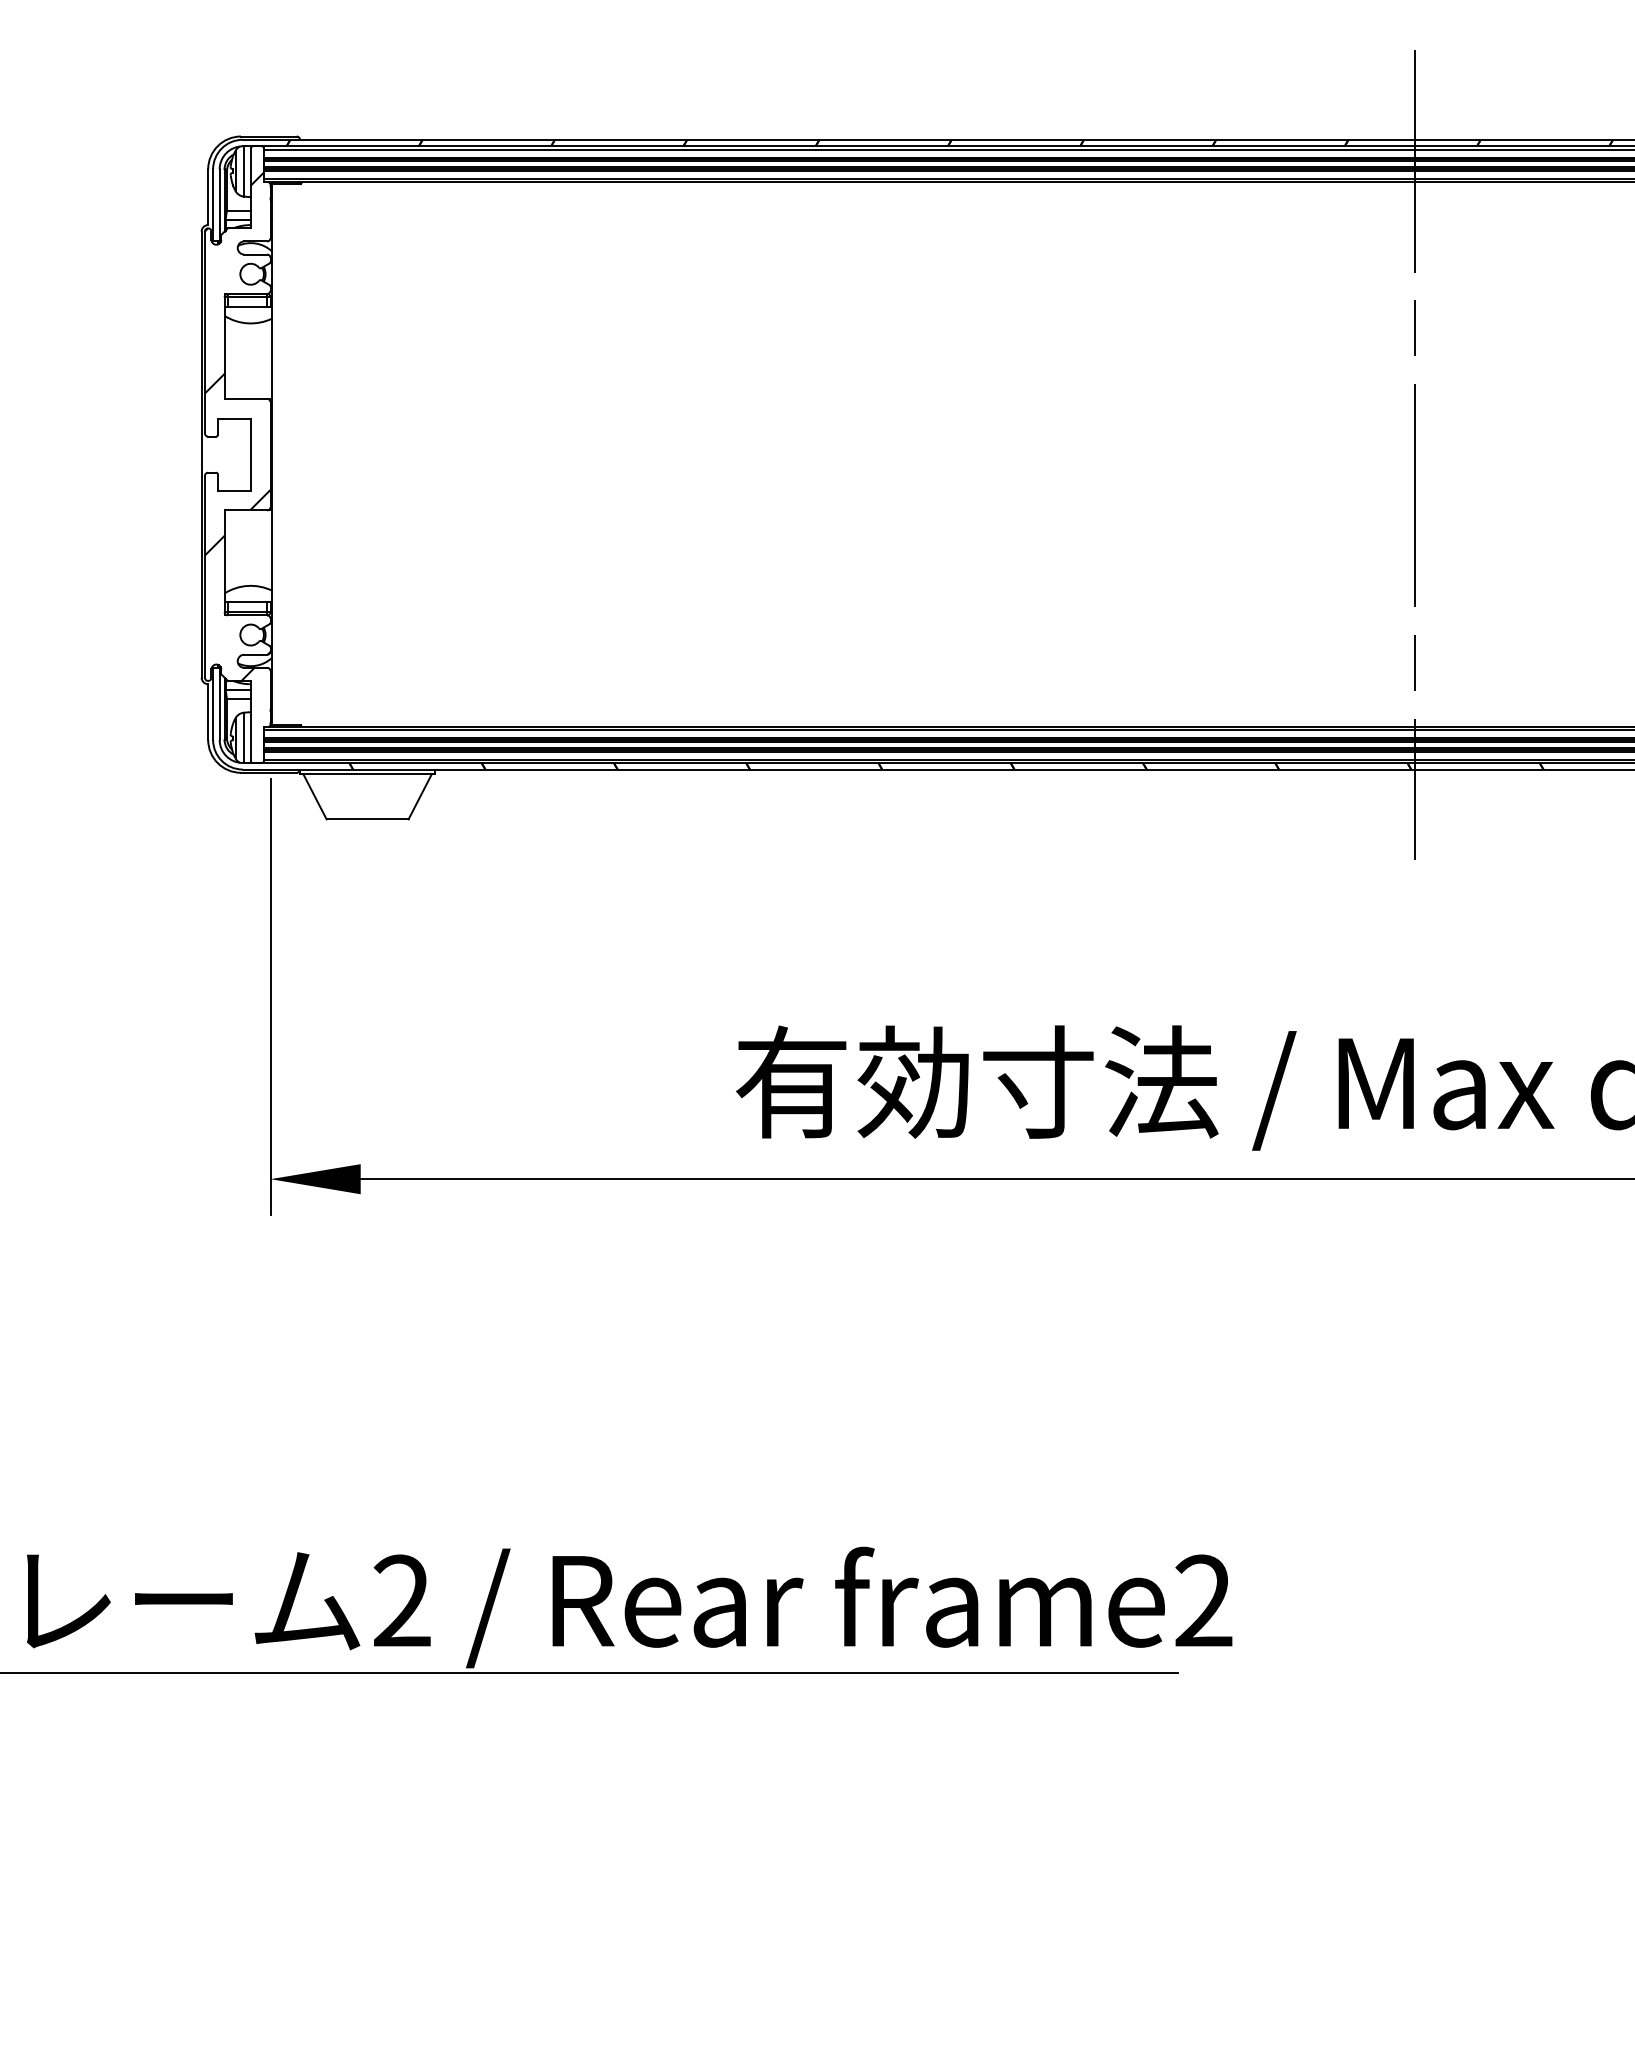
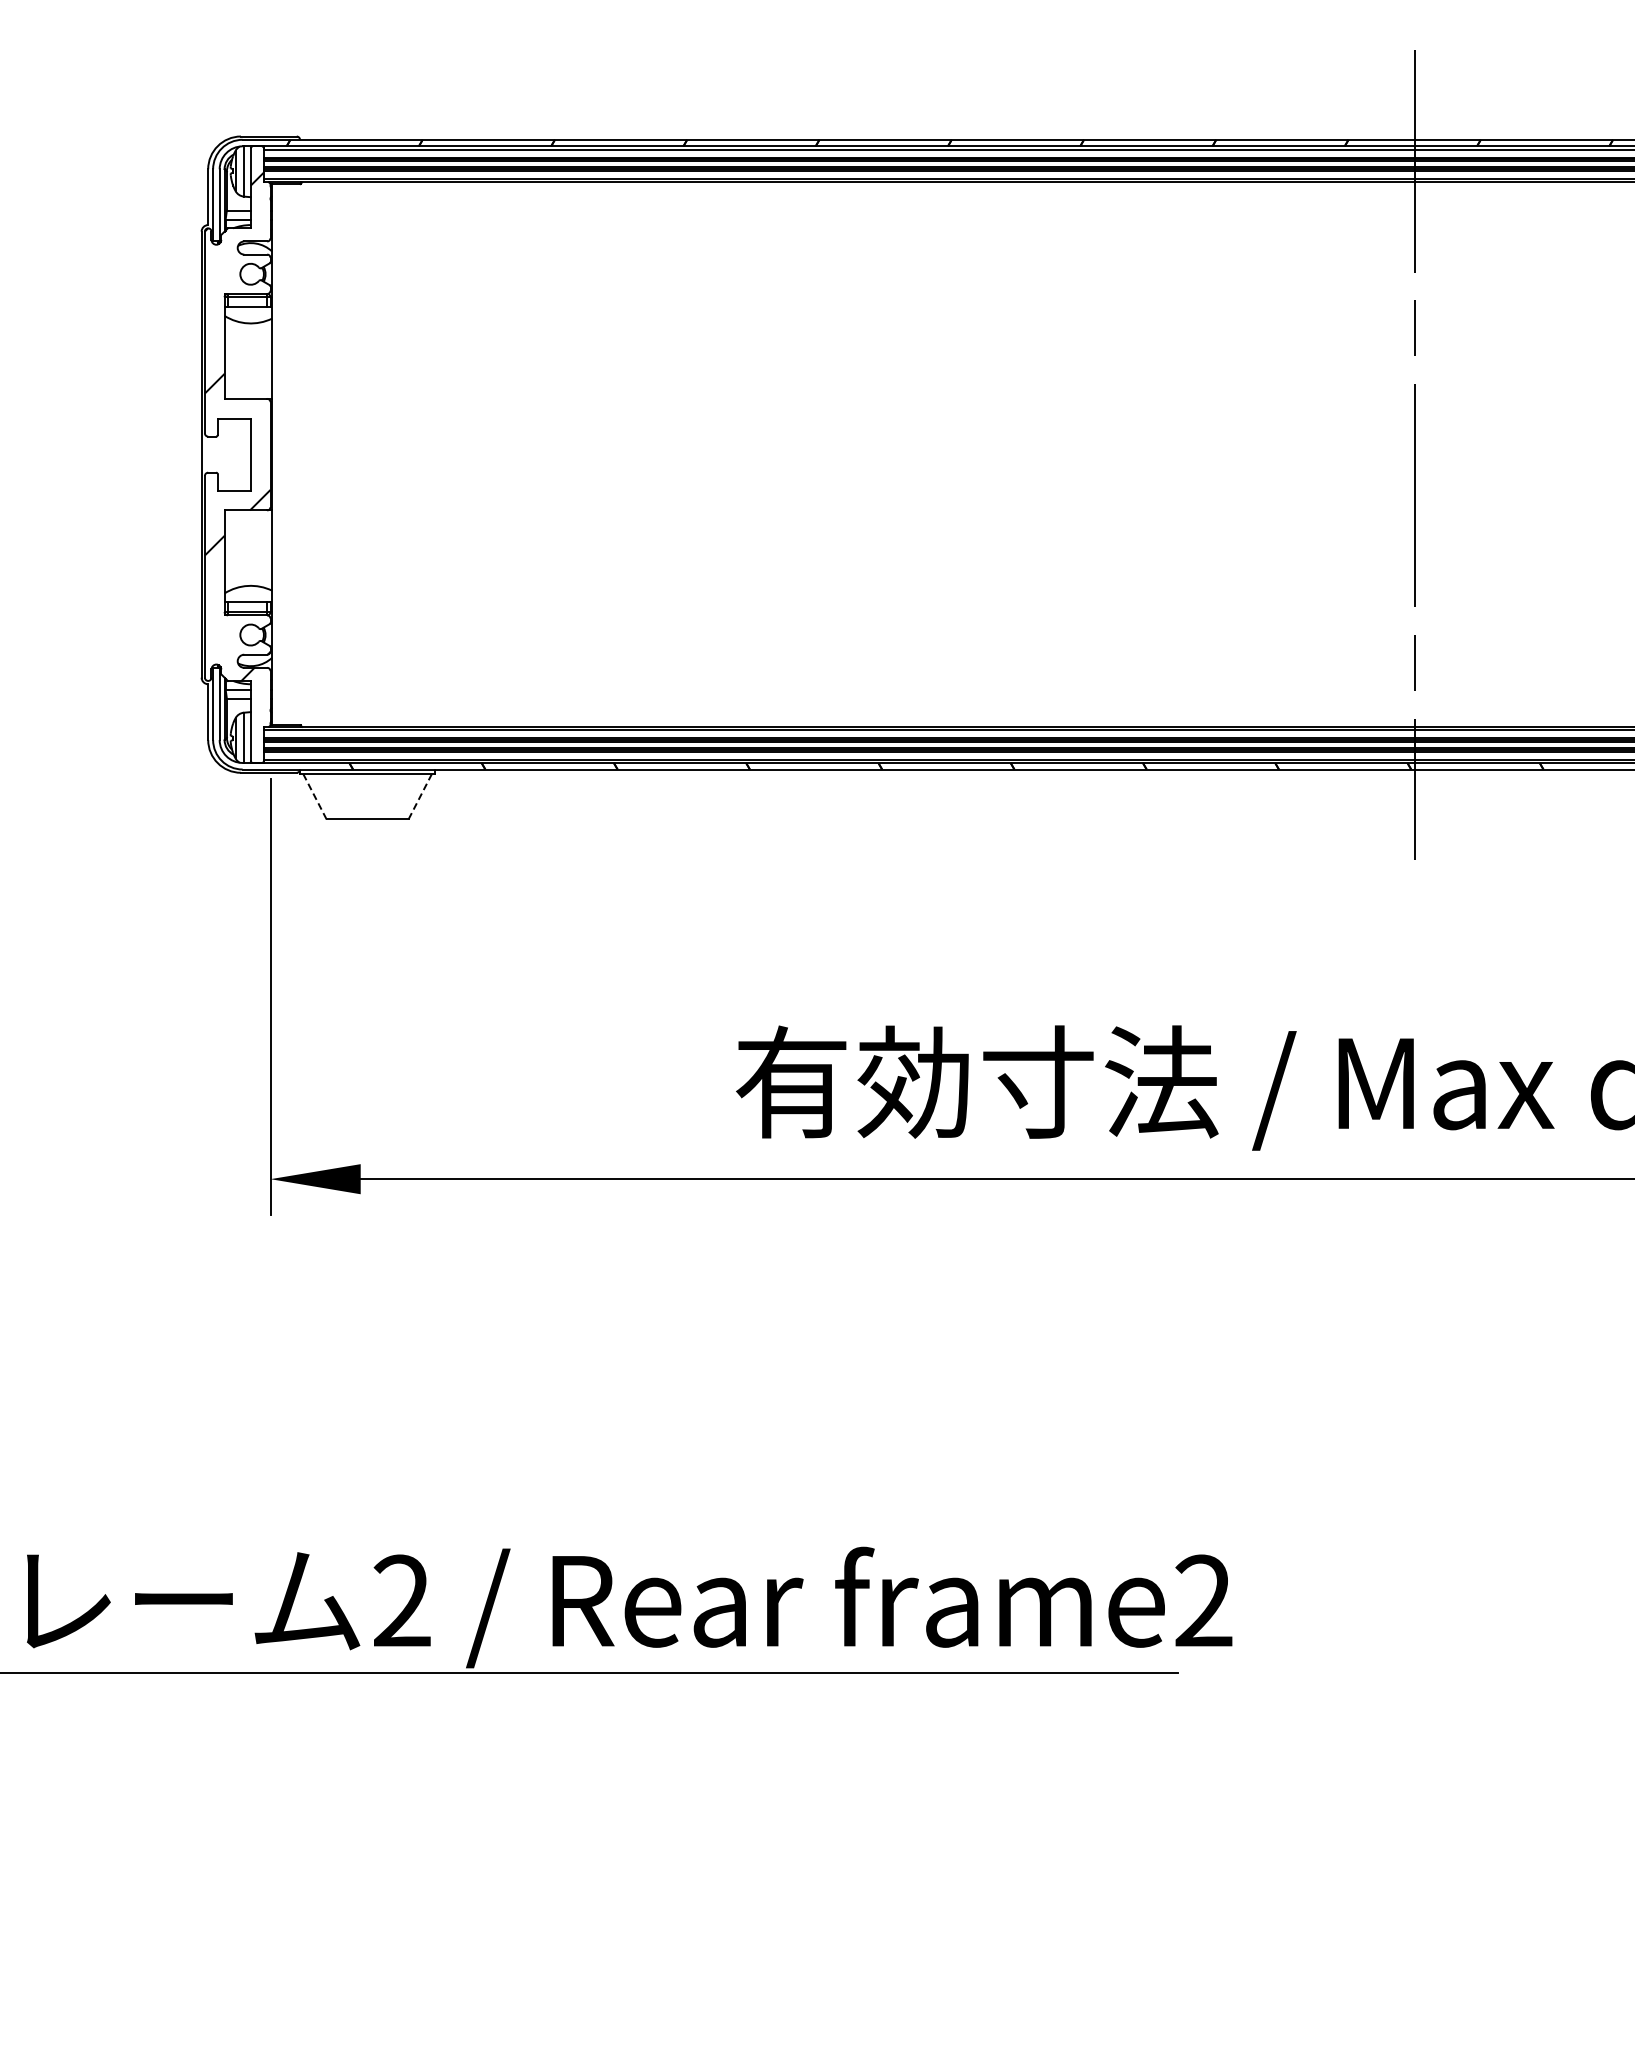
line at (314, 796): solid -> dashed
line at (420, 796): solid -> dashed
